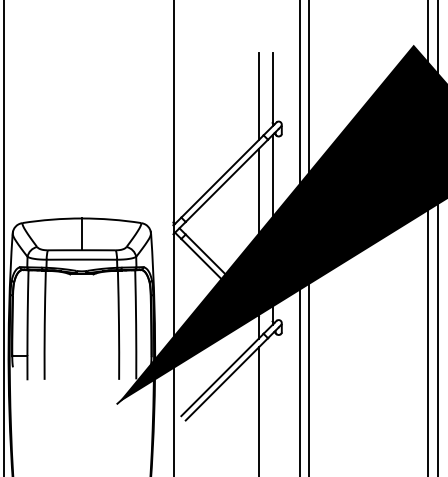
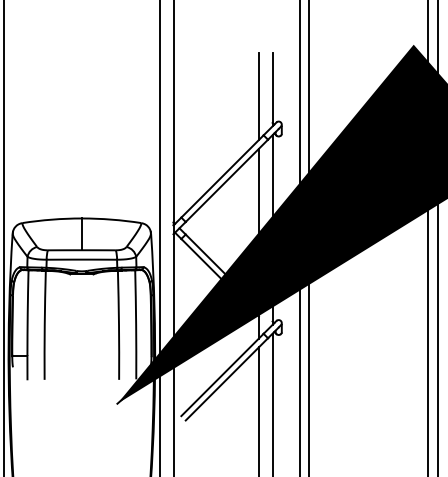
line at (159, 237): none -> present
line at (272, 403): none -> present
